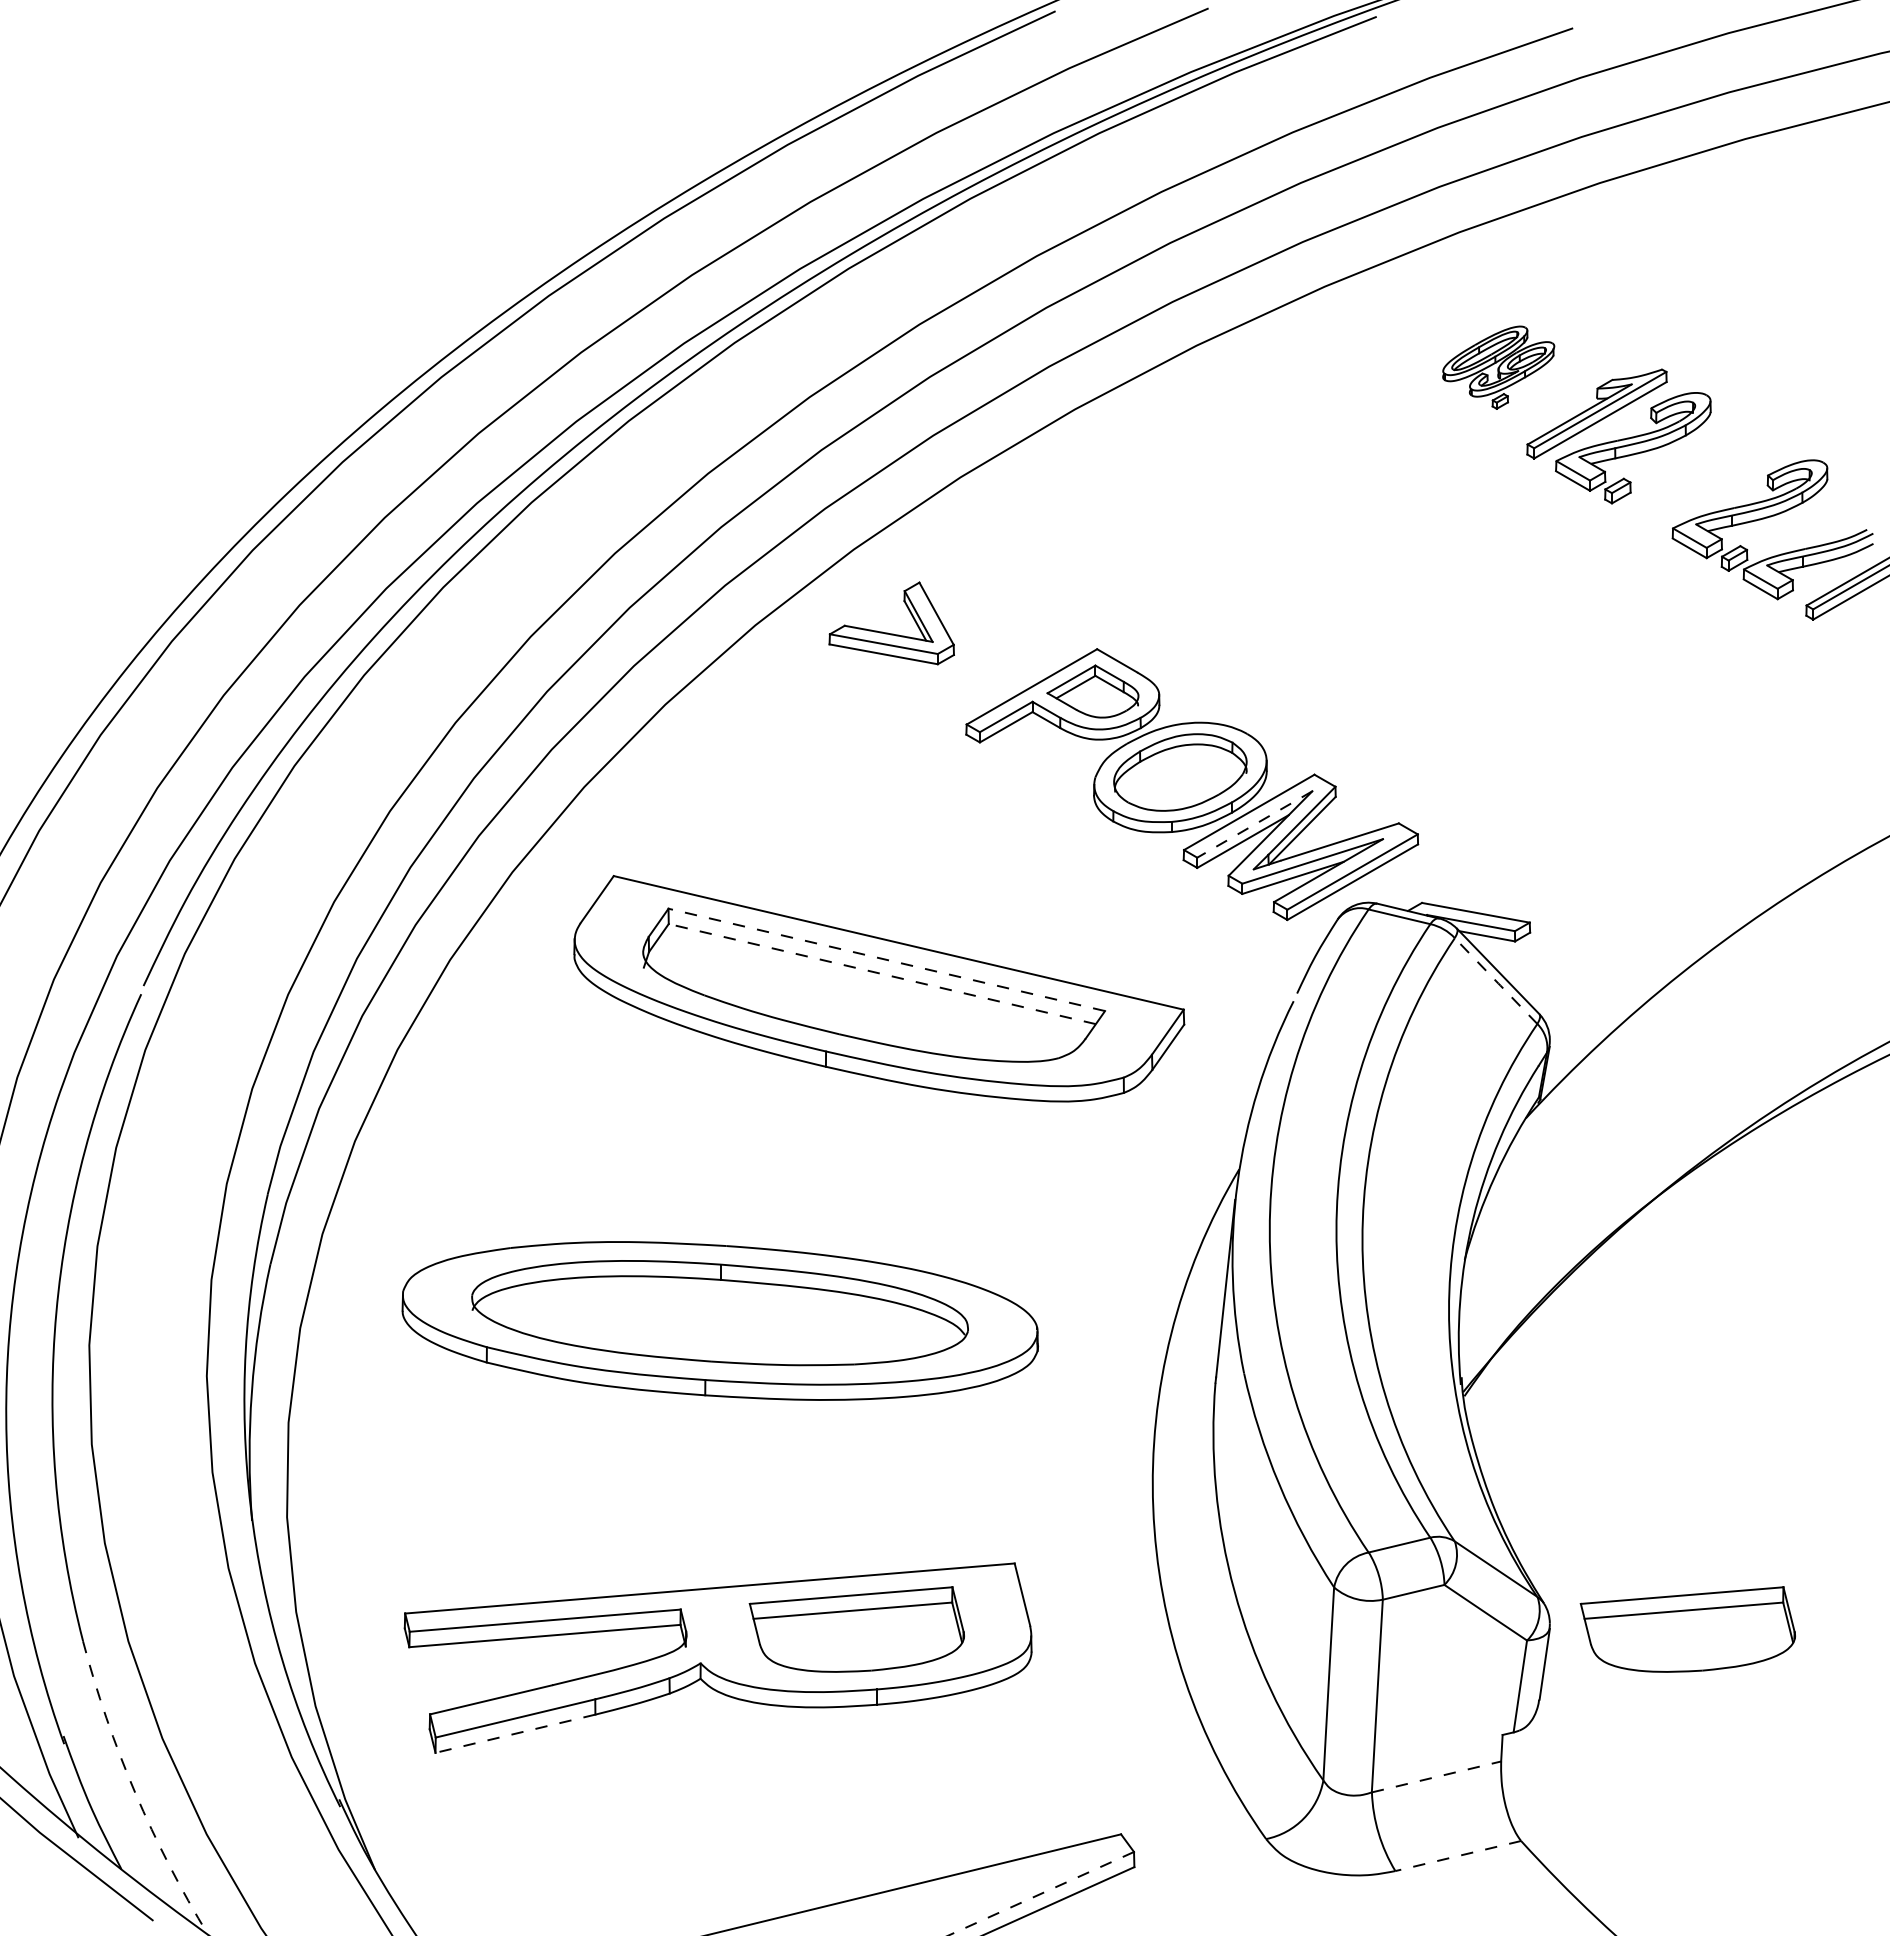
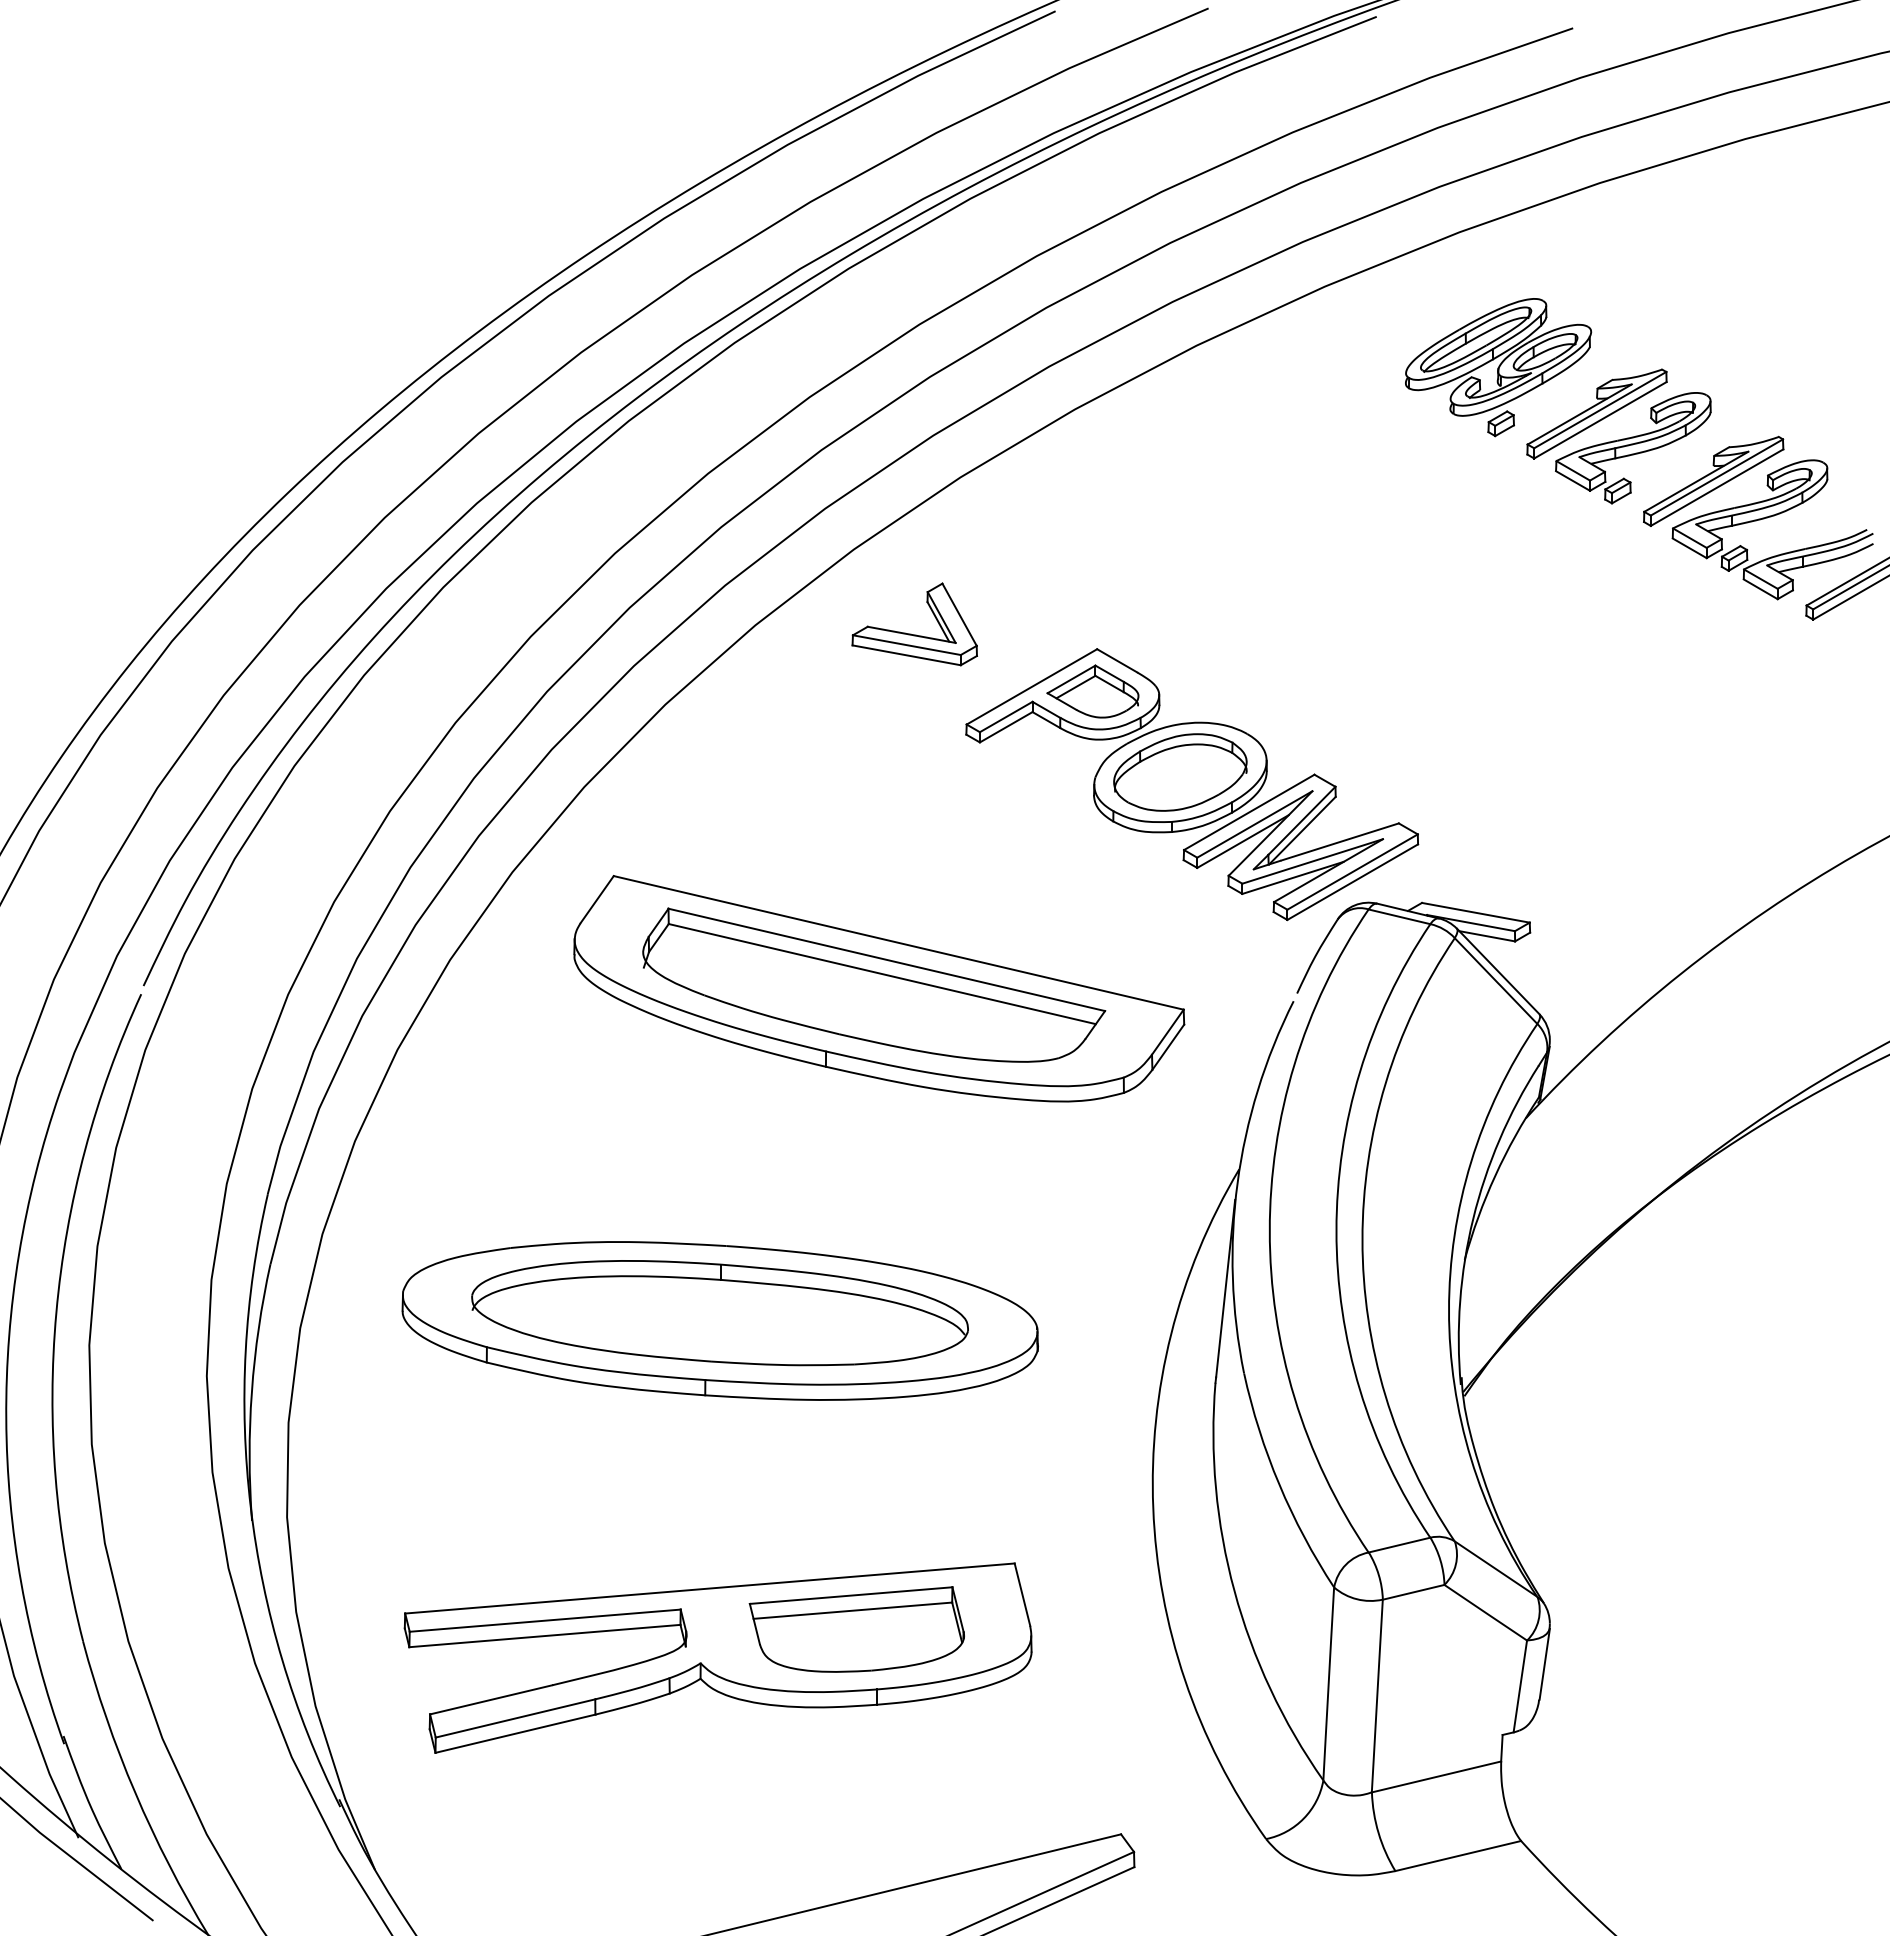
part at (1498, 367) size: 114x85 px -> 188x140 px
part at (1713, 480): none -> present
part at (888, 632) position: (888, 632) -> (911, 633)
line at (1254, 824): dashed -> solid
line at (886, 959): dashed -> solid
line at (881, 973): dashed -> solid
line at (1497, 982): dashed -> solid
part at (1687, 1629): present -> none
line at (514, 1733): dashed -> solid
line at (1436, 1776): dashed -> solid
arc at (135, 1792): dashed -> solid
line at (1458, 1856): dashed -> solid
line at (1041, 1893): dashed -> solid
